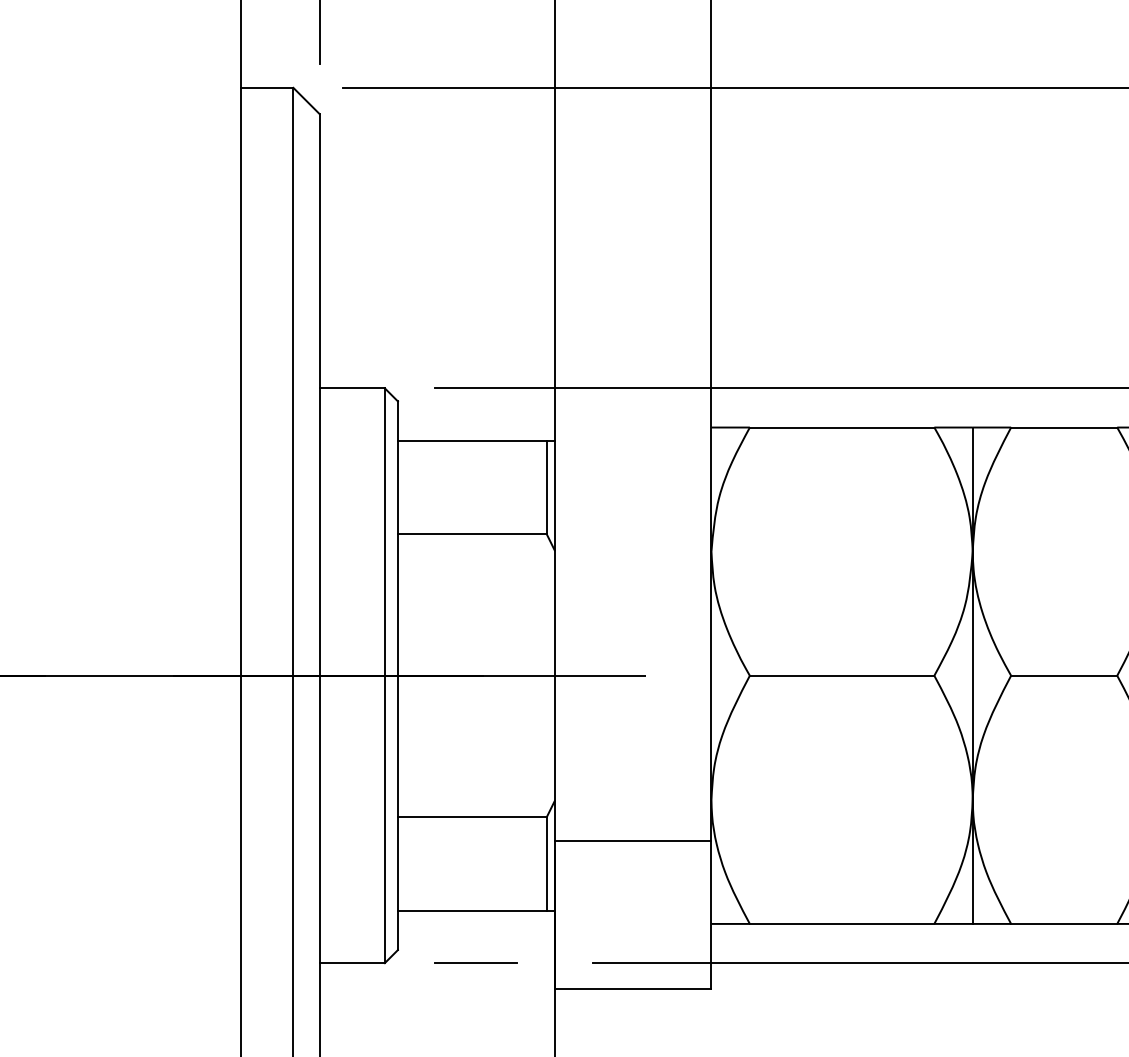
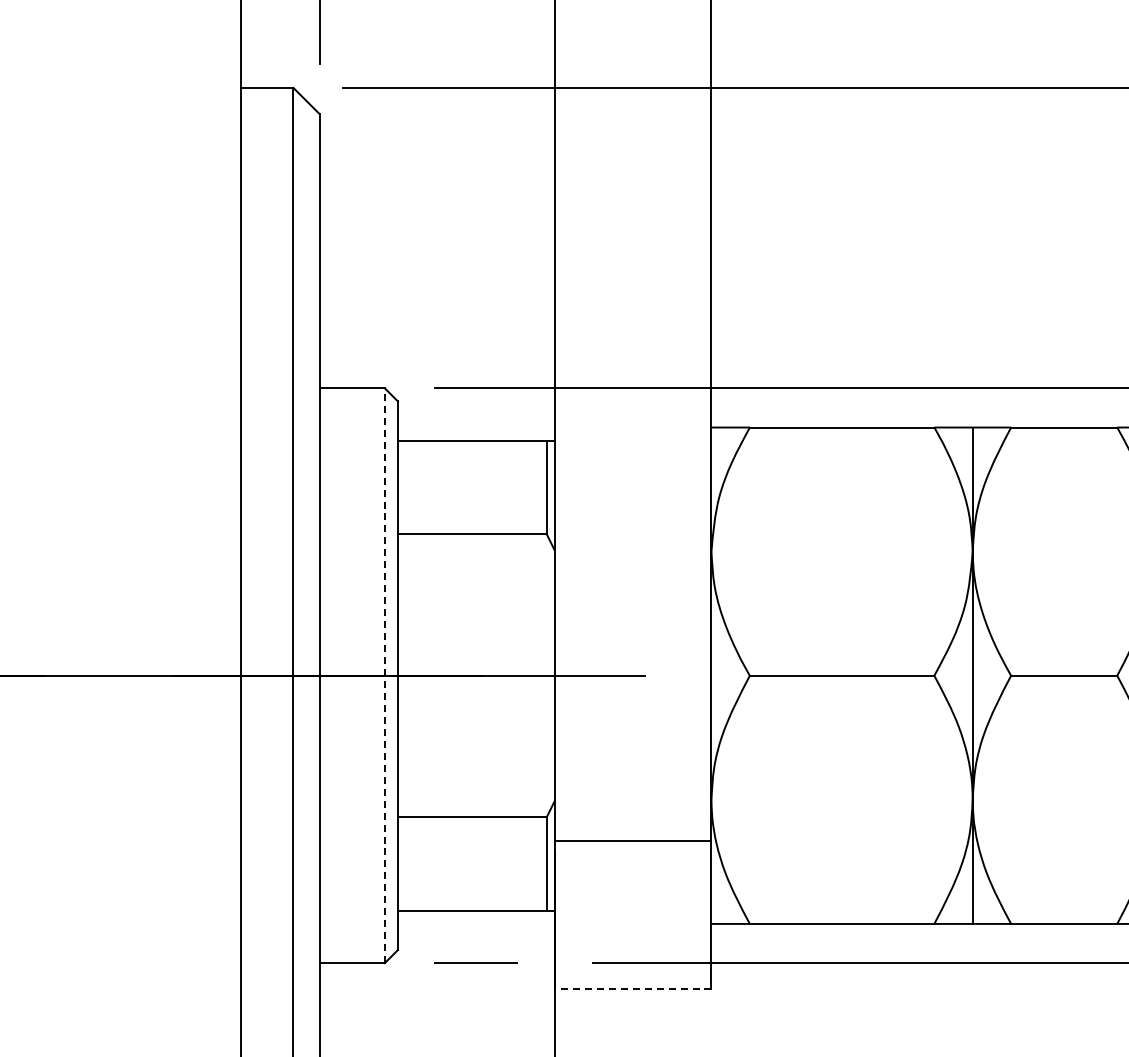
line at (384, 675): solid -> dashed
line at (632, 989): solid -> dashed
